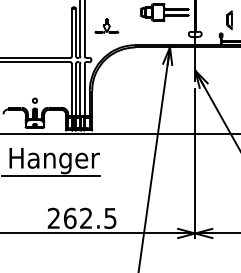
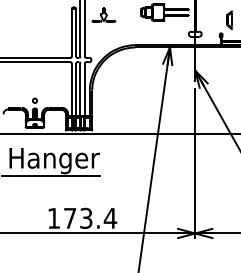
part at (106, 25) position: (106, 25) -> (103, 14)
text at (82, 218): 262.5 -> 173.4
